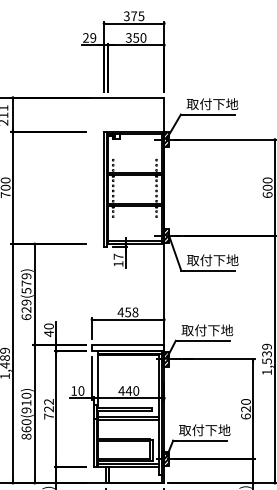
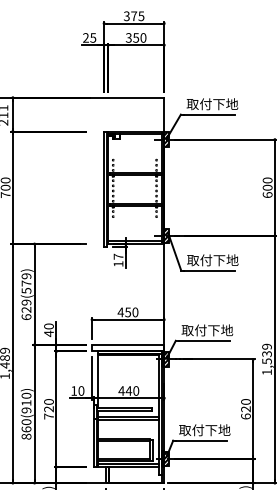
text at (93, 37): 29 -> 25
text at (135, 312): 458 -> 450
text at (48, 401): 722 -> 720
